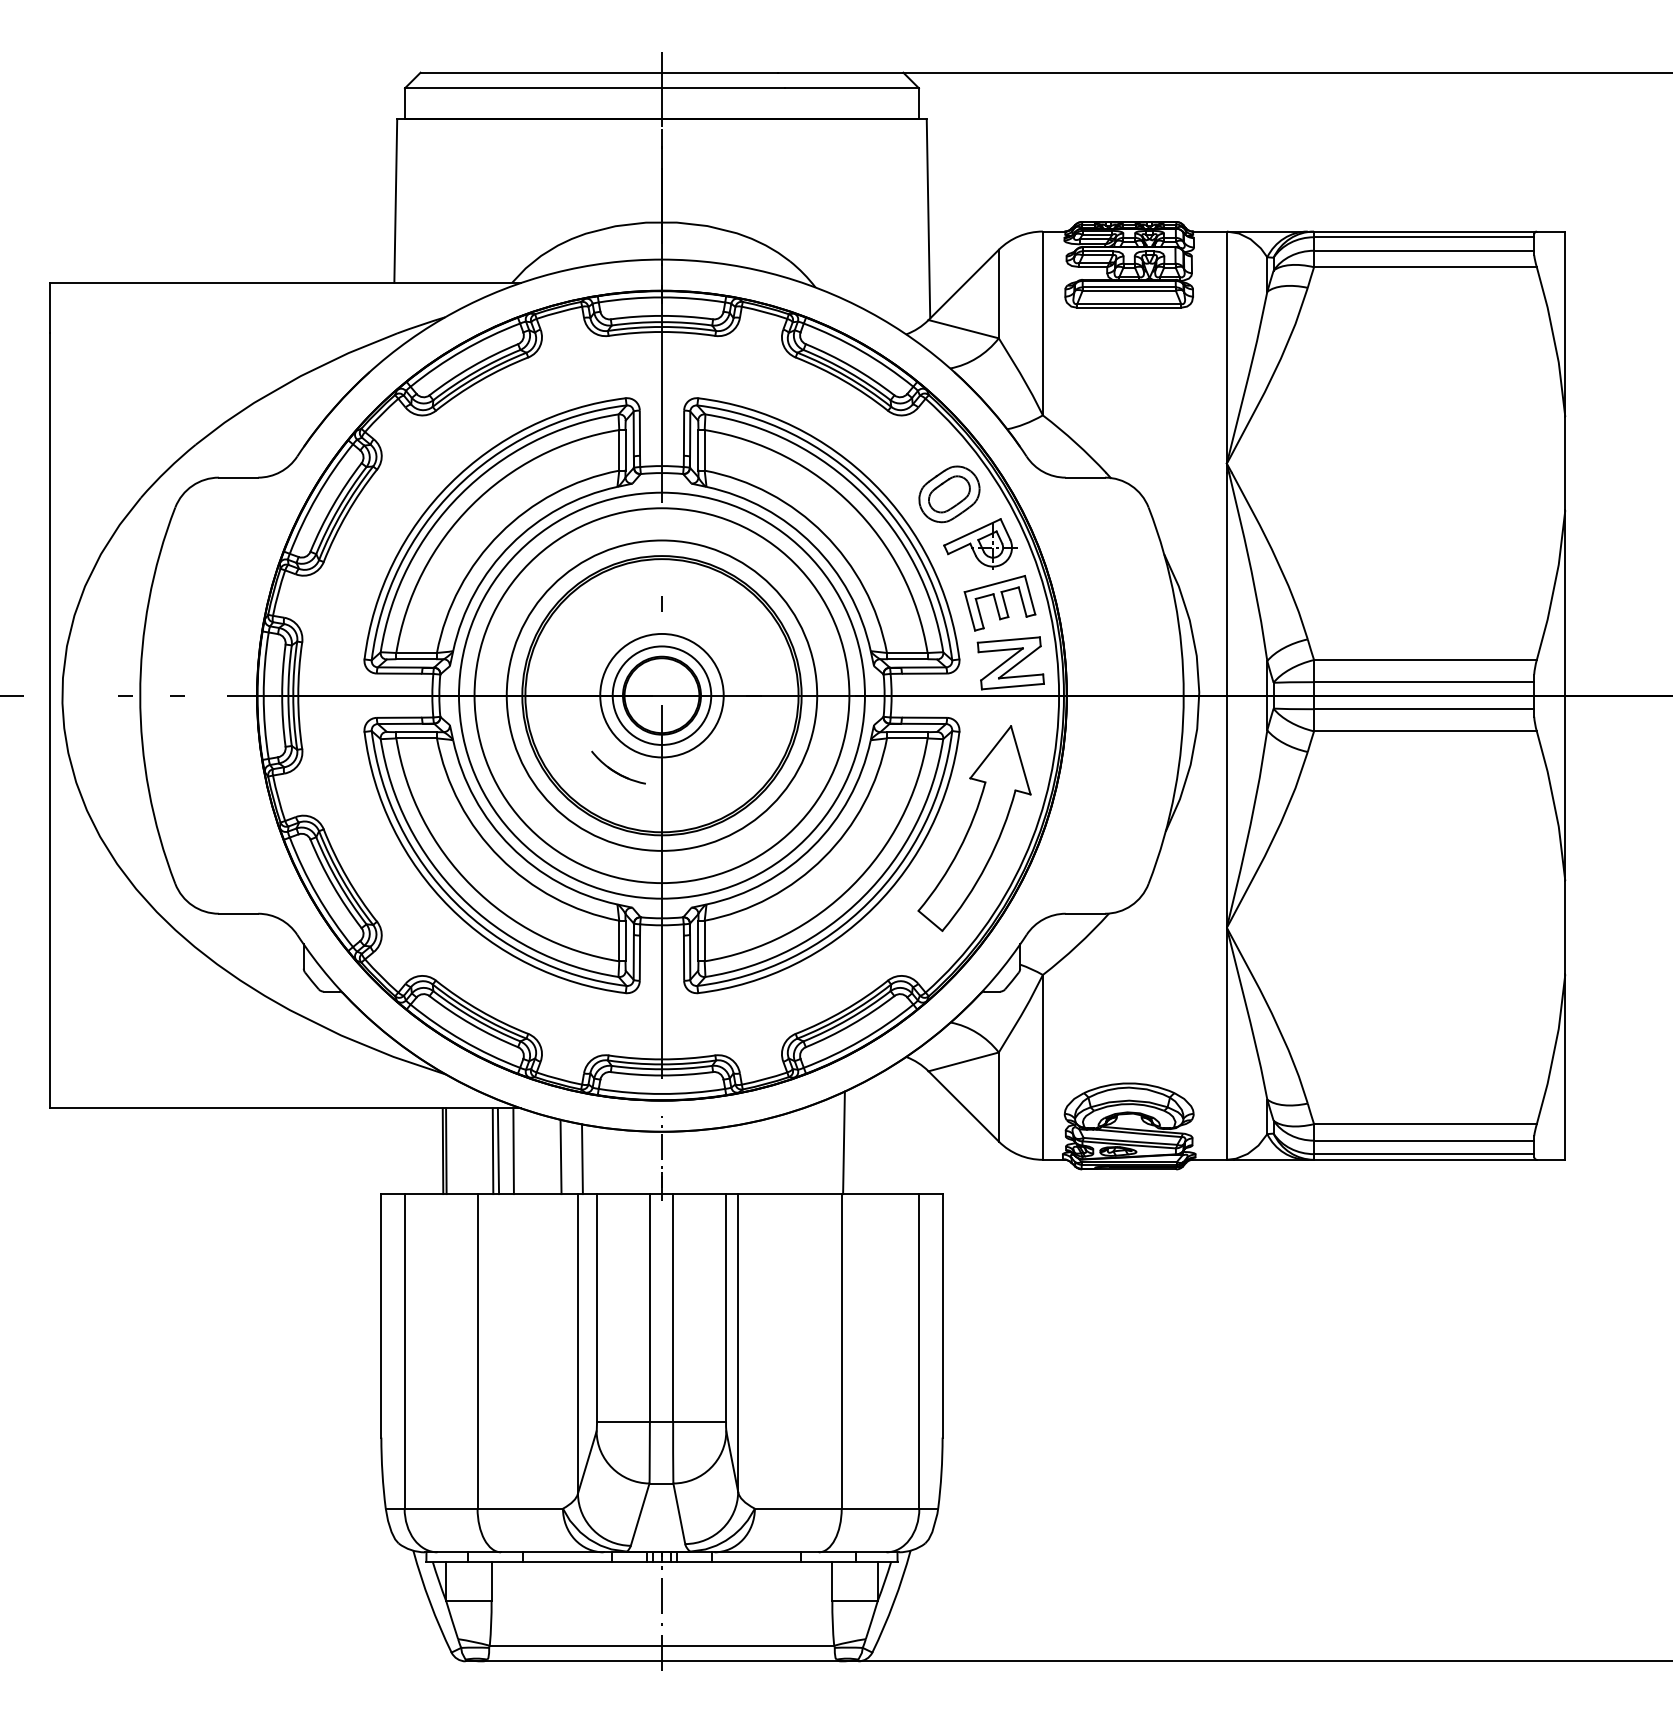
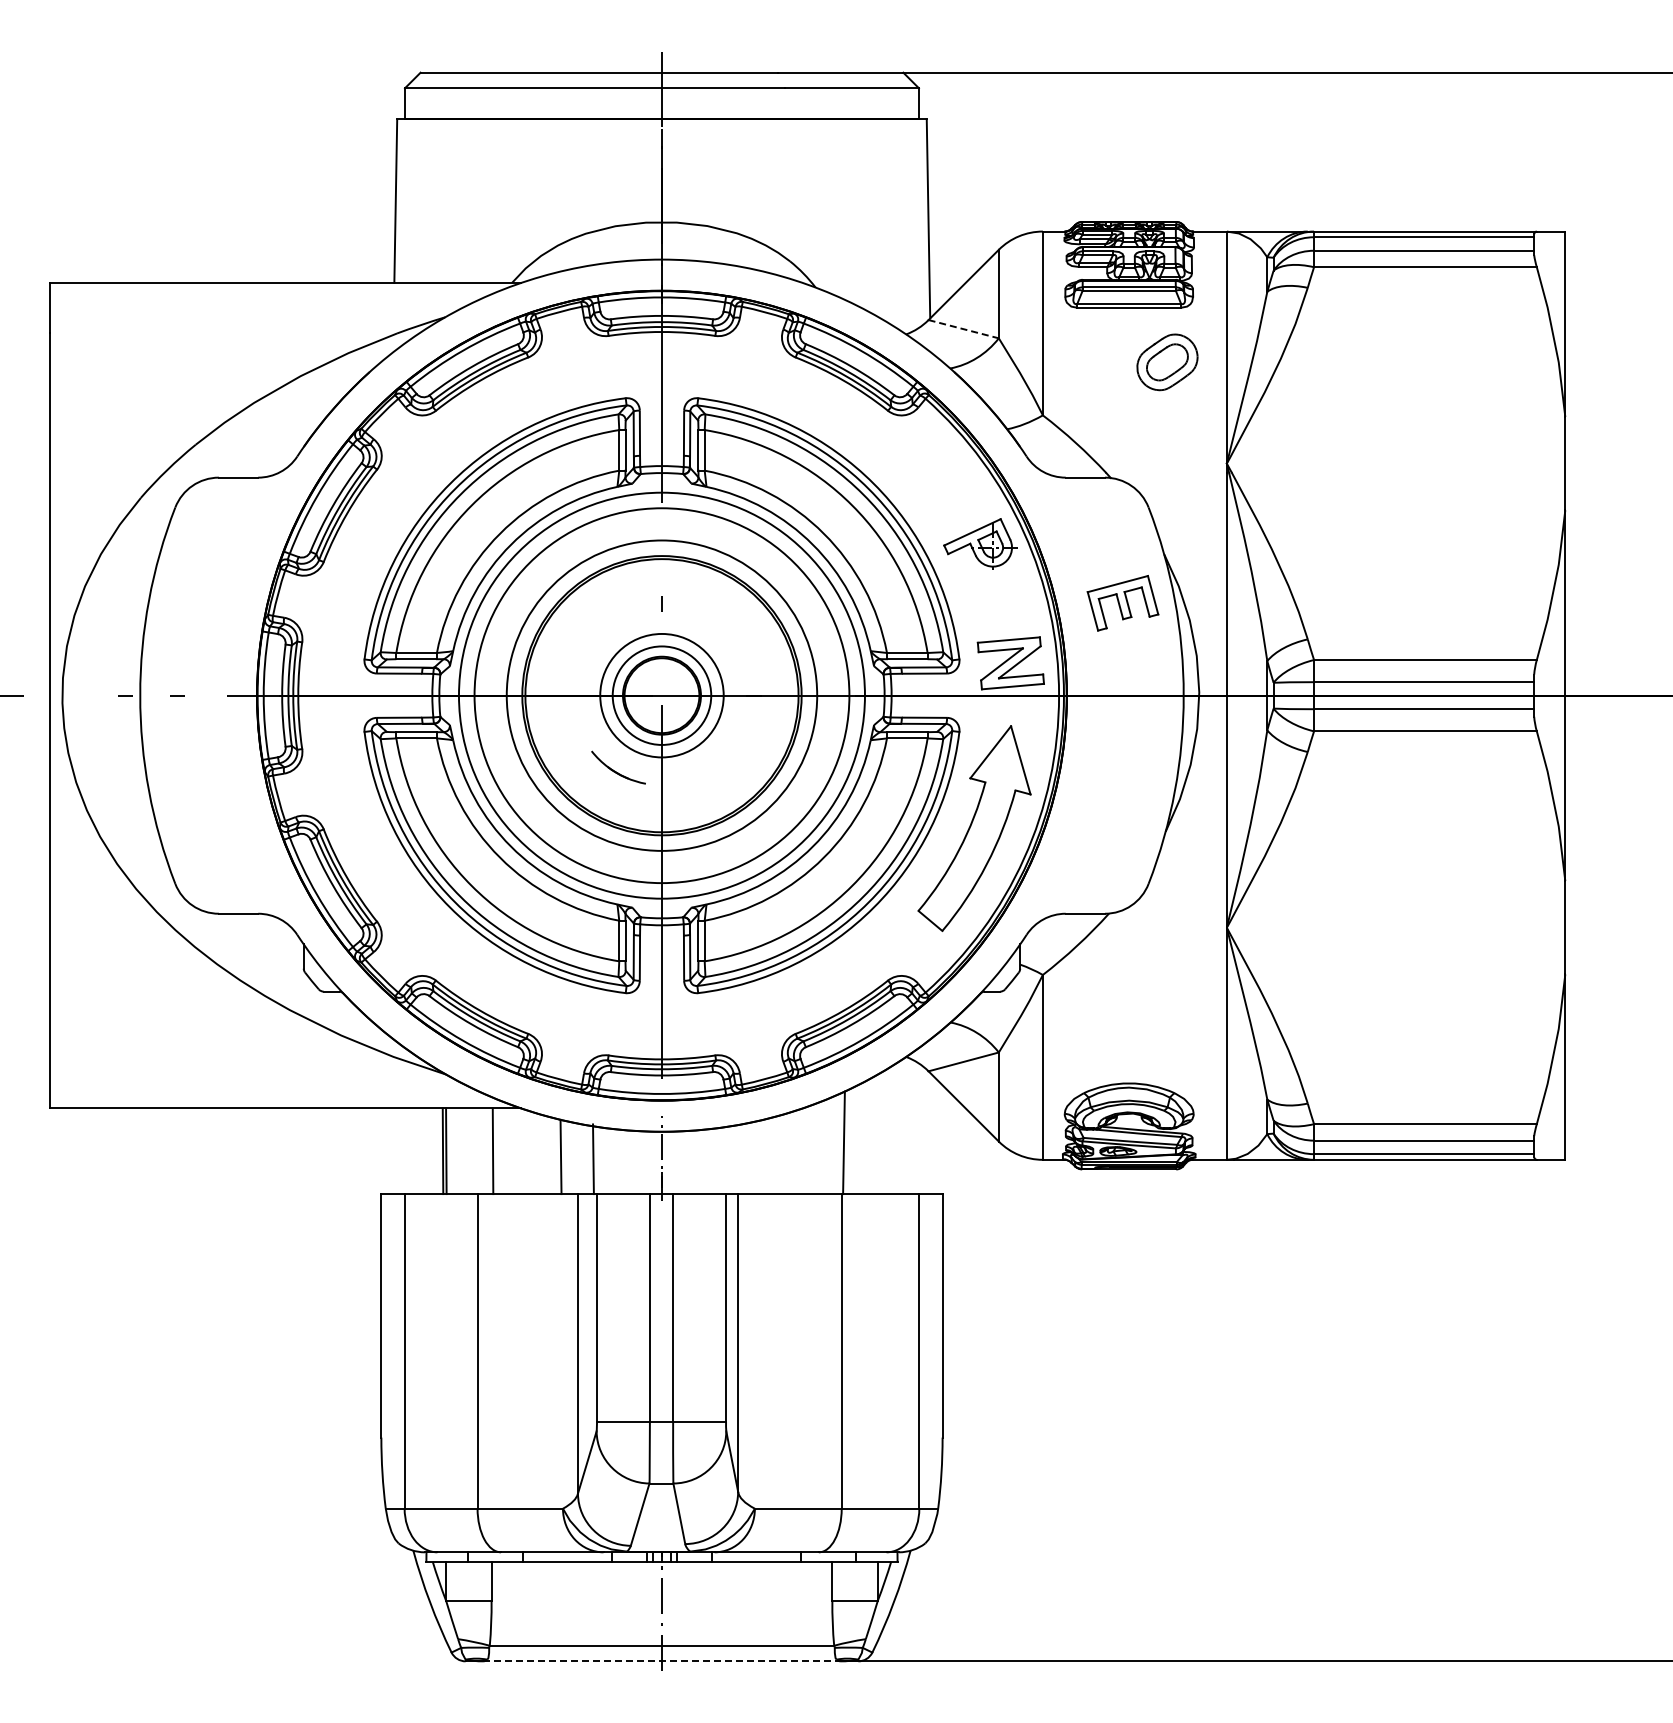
line at (964, 329): solid -> dashed
part at (949, 494) position: (949, 494) -> (1167, 362)
part at (999, 603) position: (999, 603) -> (1122, 603)
line at (498, 1151): present -> none
line at (513, 1151): present -> none
line at (582, 1159) position: (582, 1159) -> (593, 1159)
line at (661, 1661): solid -> dashed
